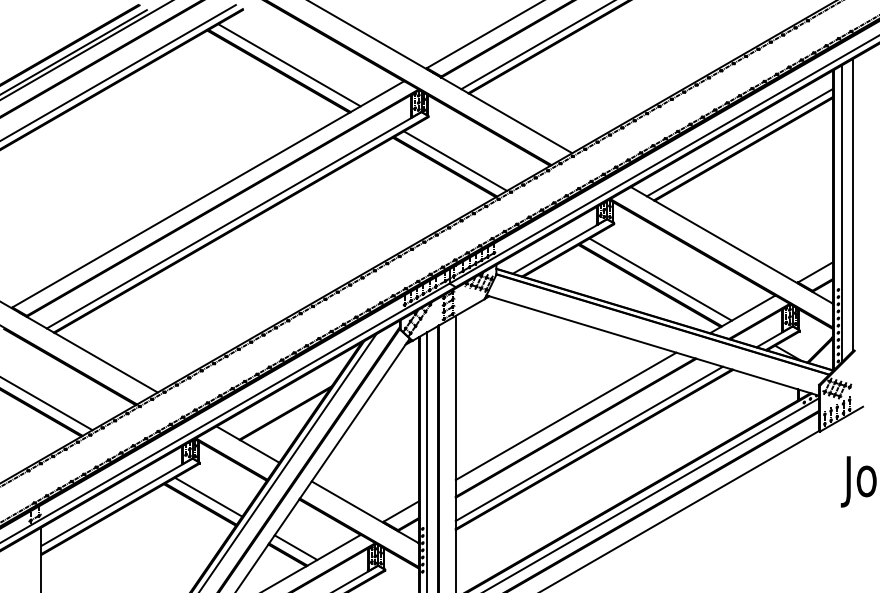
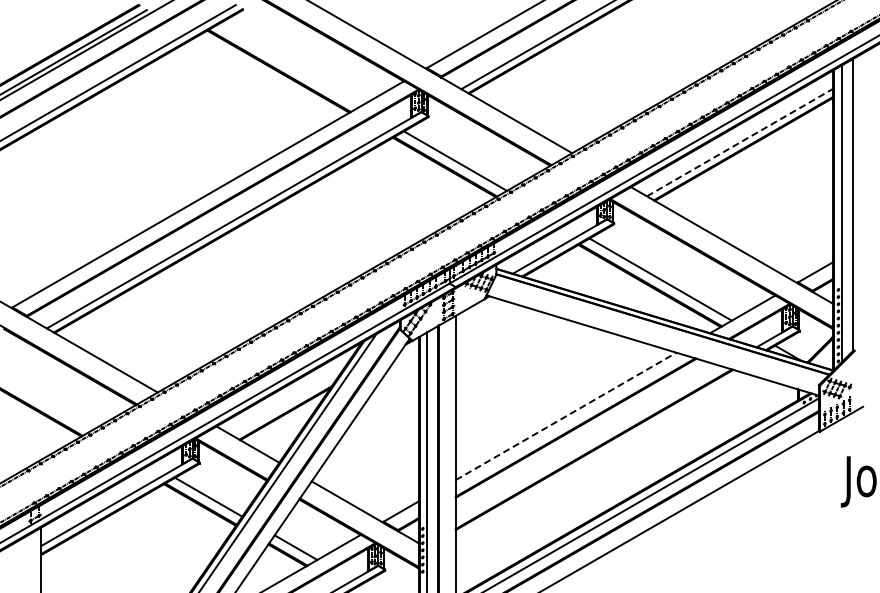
line at (289, 65): present -> none
line at (740, 142): solid -> dashed
line at (47, 404): present -> none
line at (566, 416): solid -> dashed
line at (588, 443): present -> none
